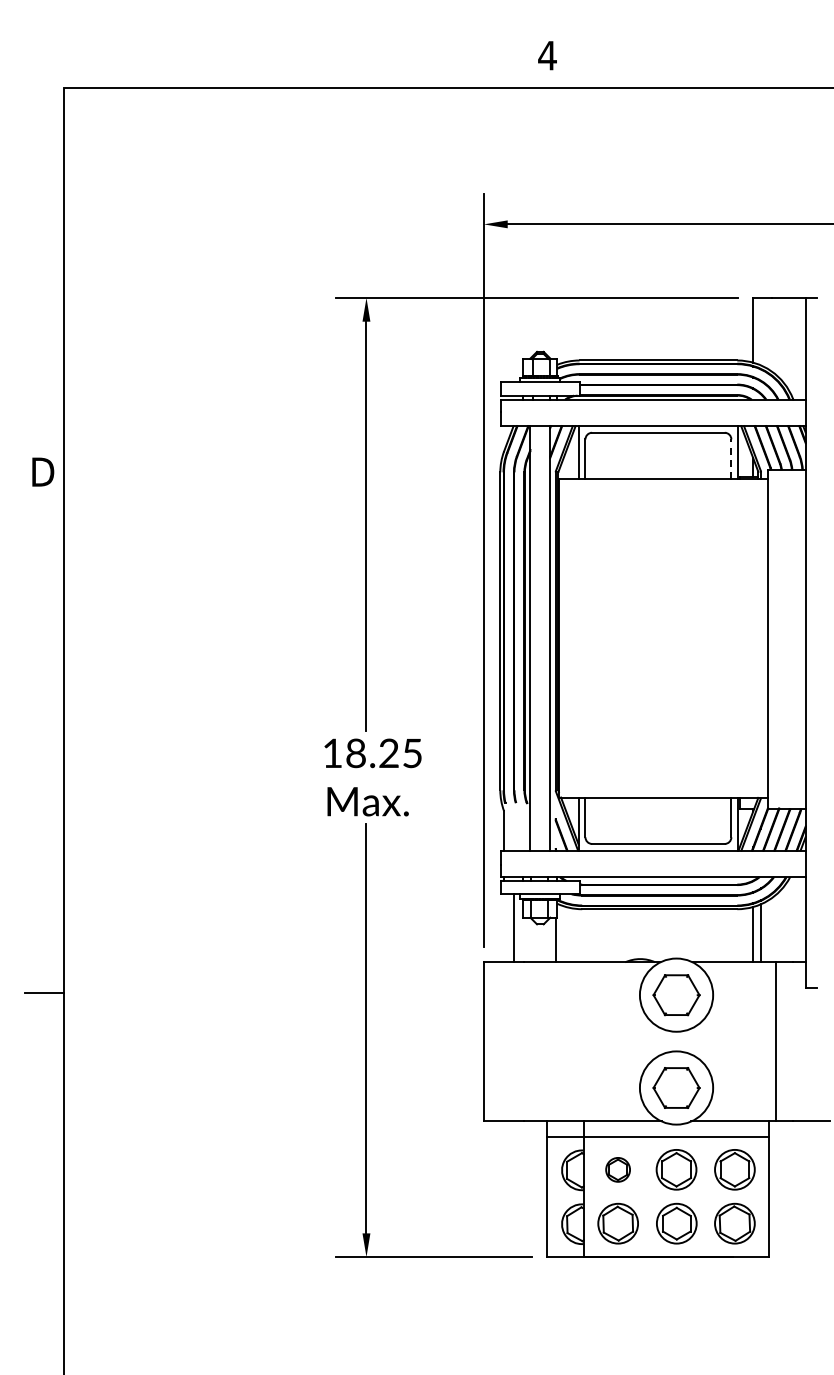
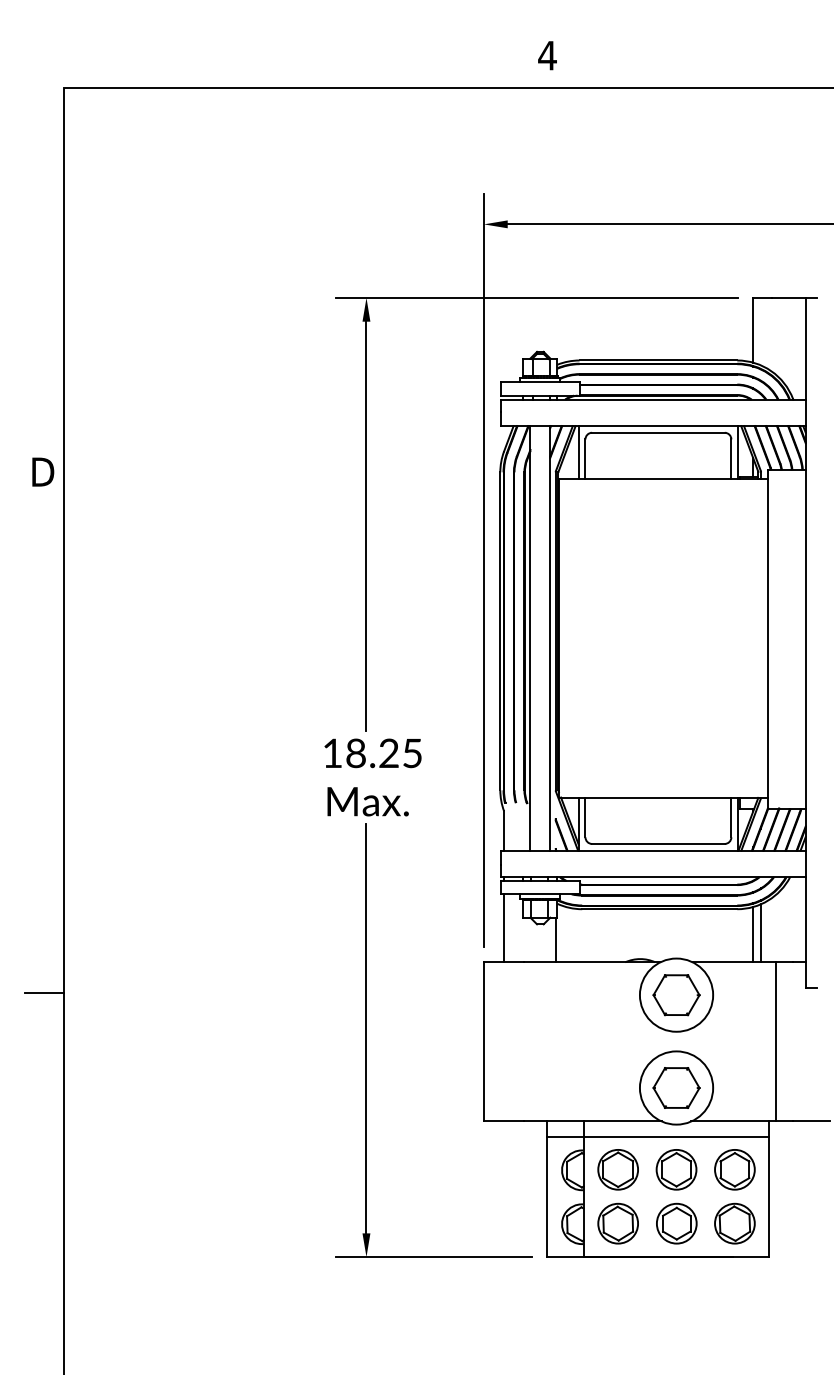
line at (731, 459): dashed -> solid
line at (514, 928) position: (514, 928) -> (504, 928)
part at (617, 1169) size: 26x26 px -> 42x42 px
